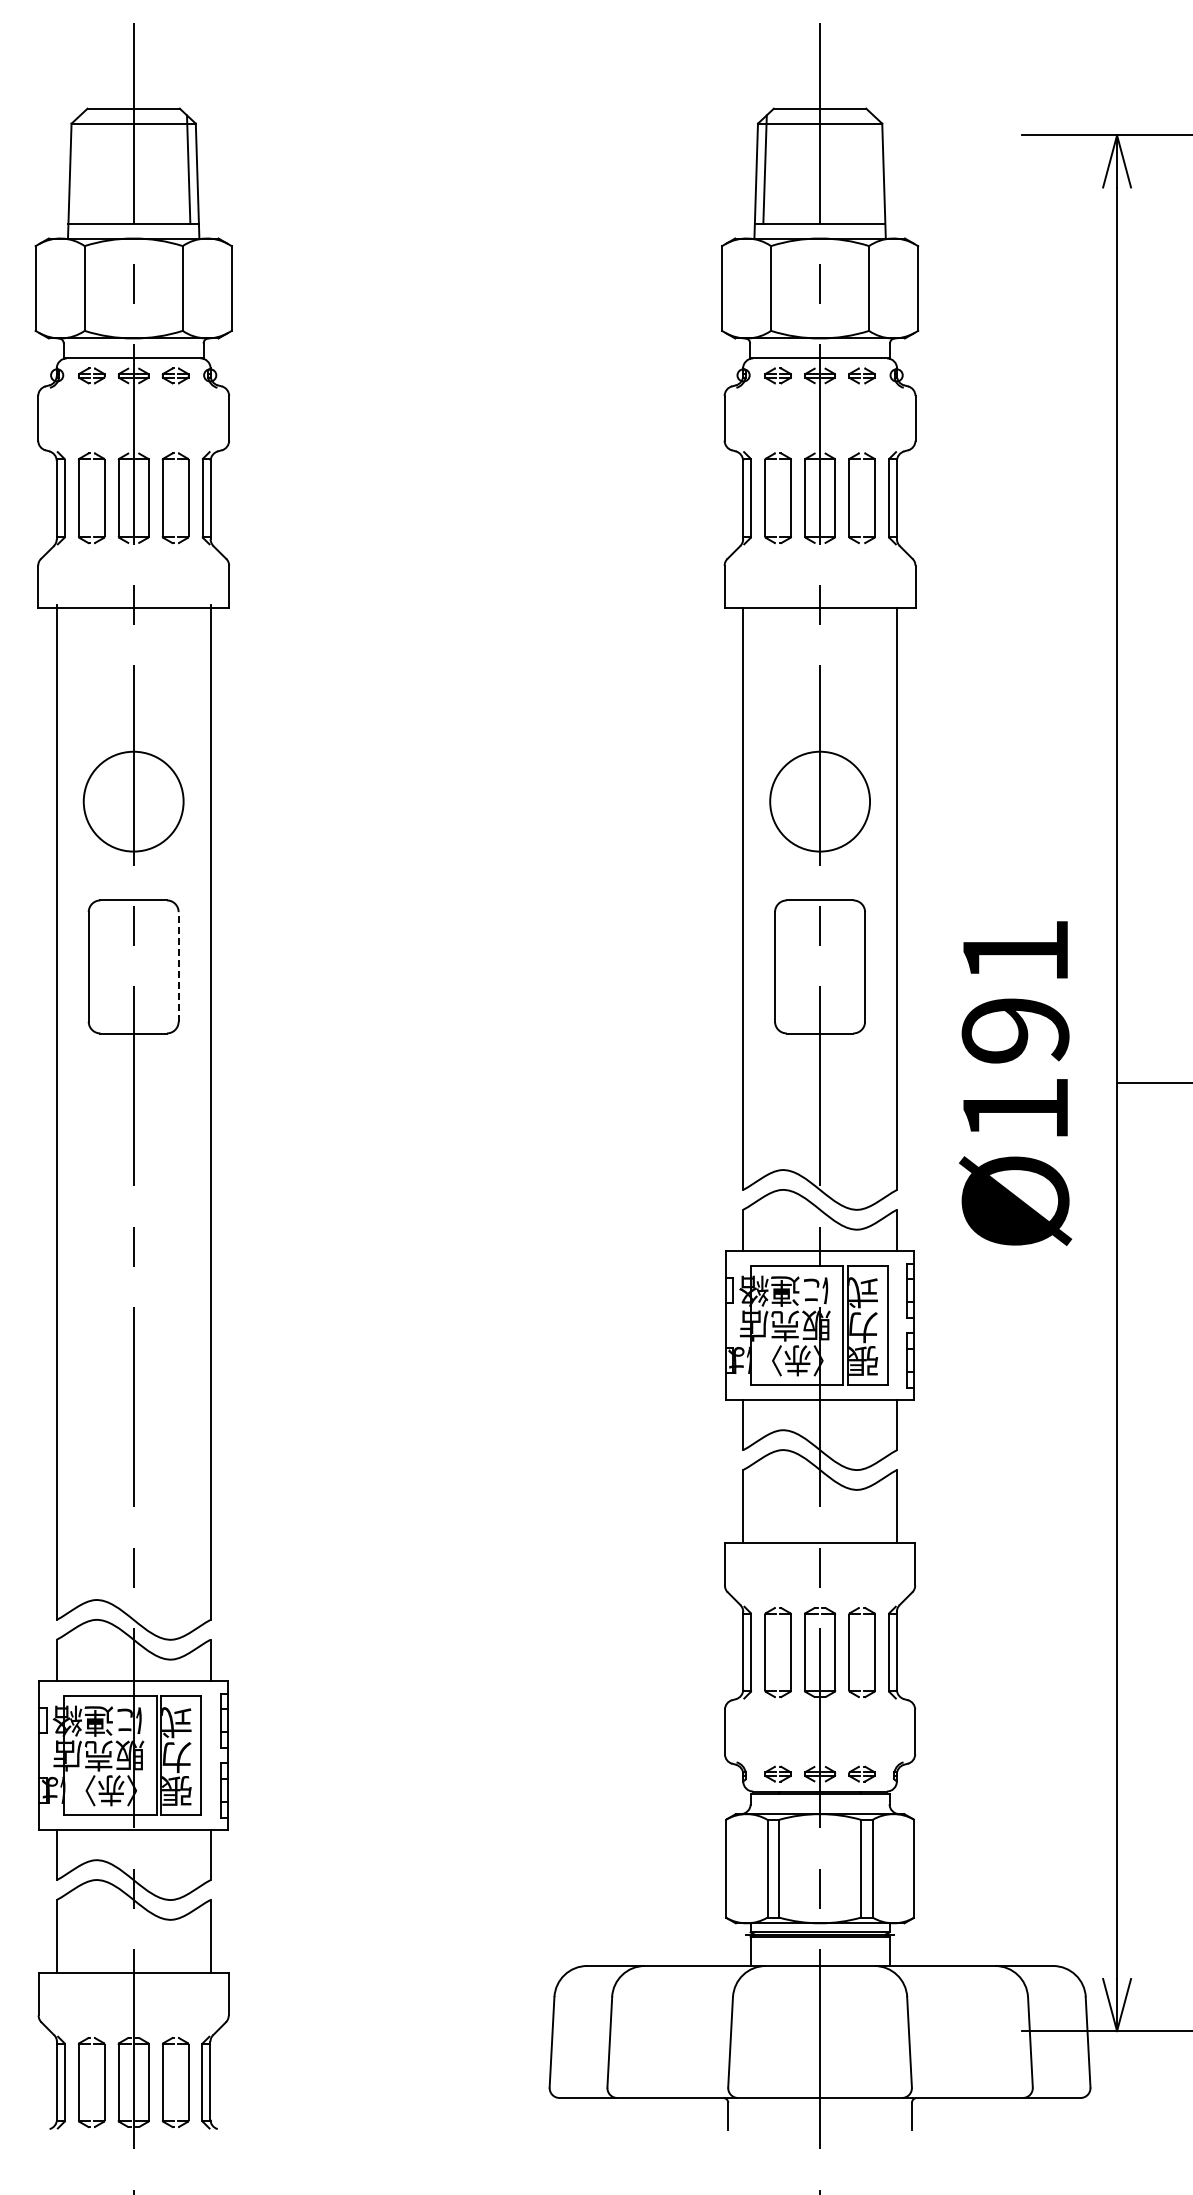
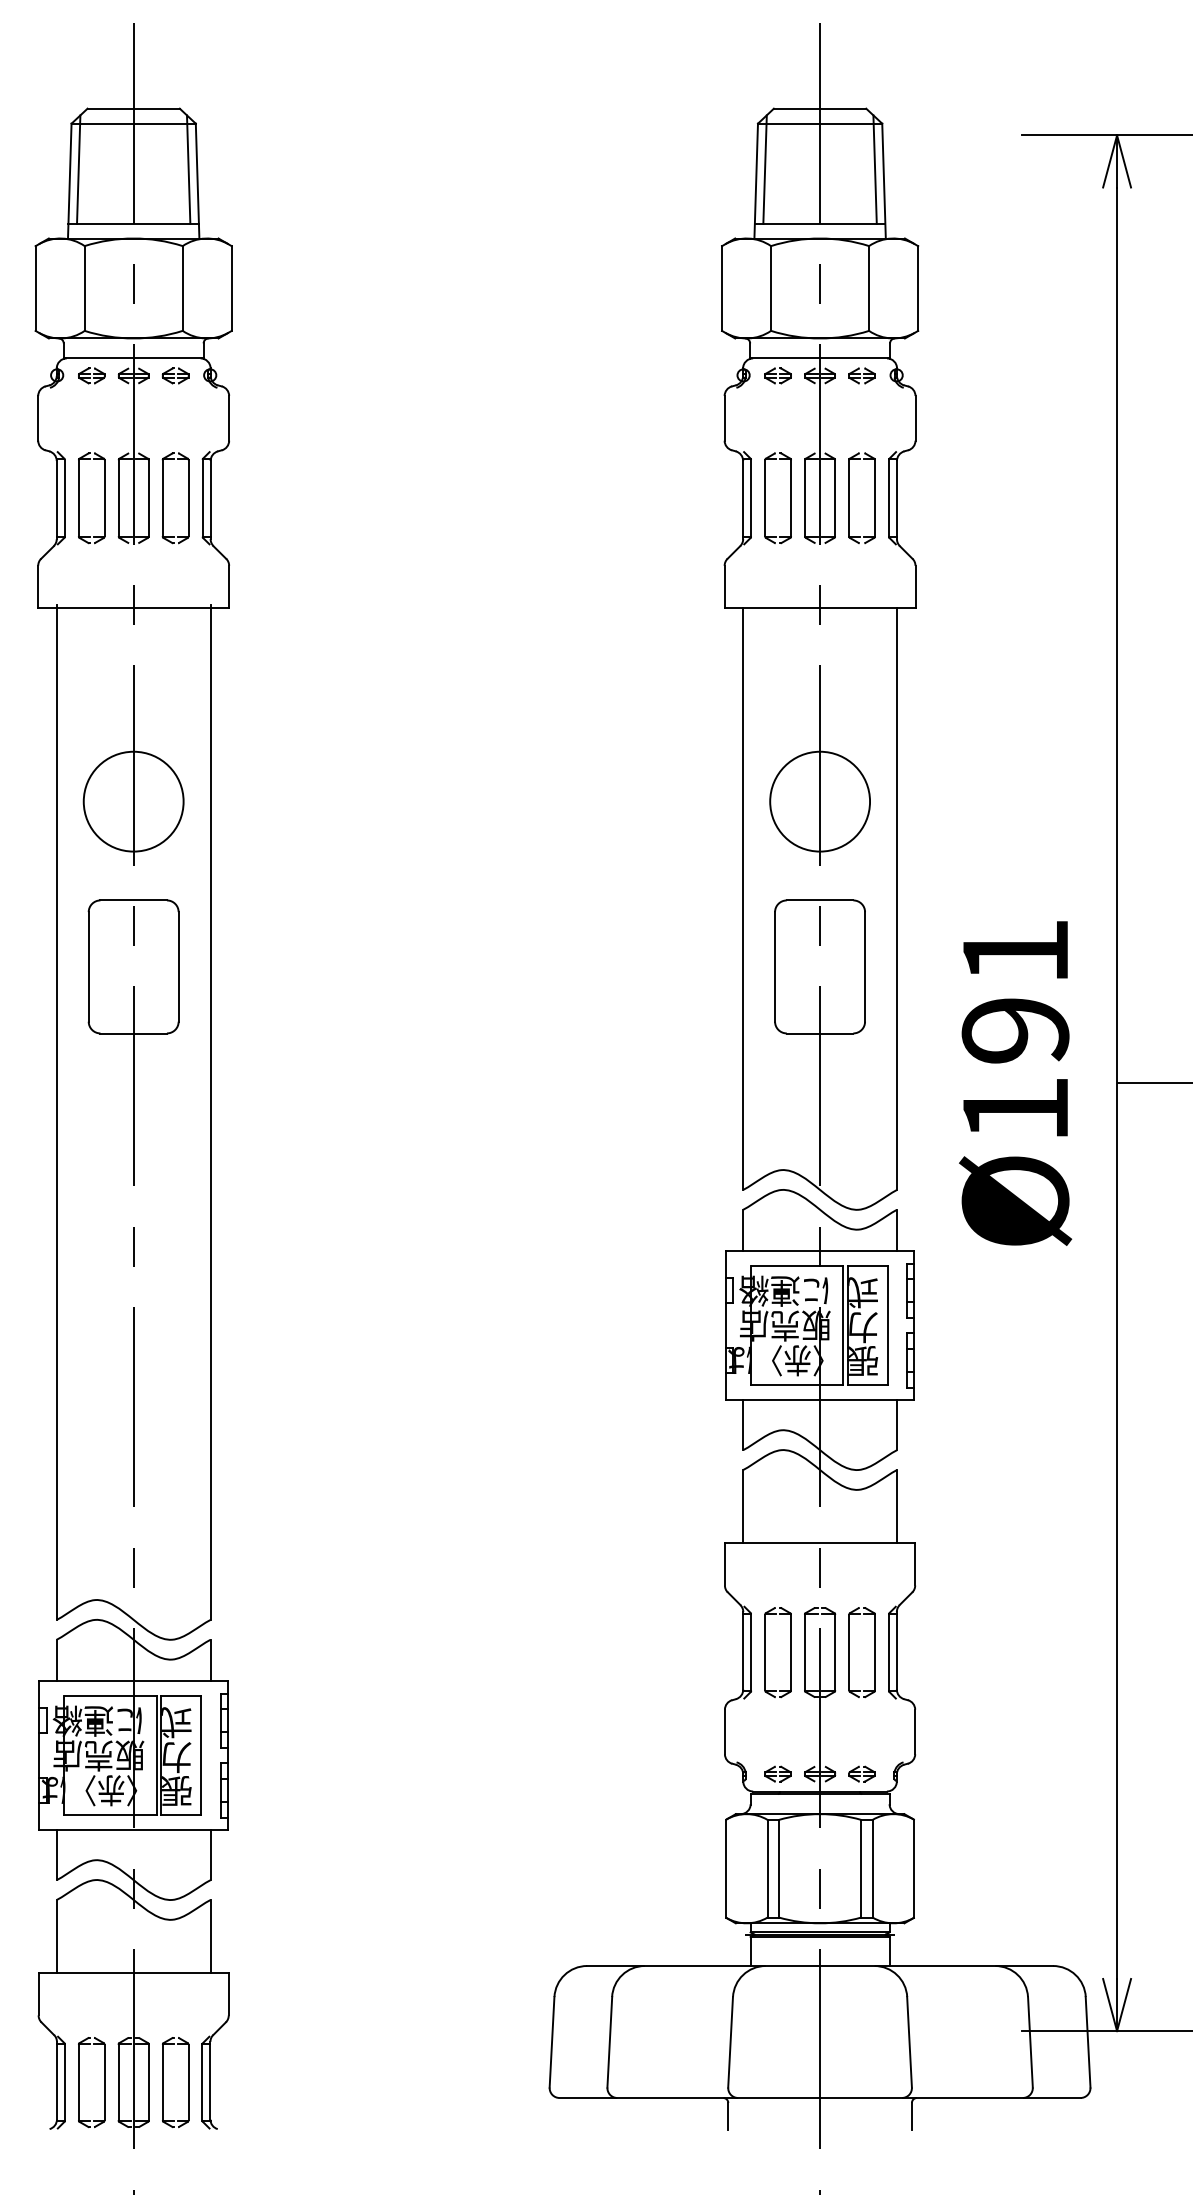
line at (78, 169): none -> present
line at (874, 169): none -> present
line at (178, 966): dashed -> solid
